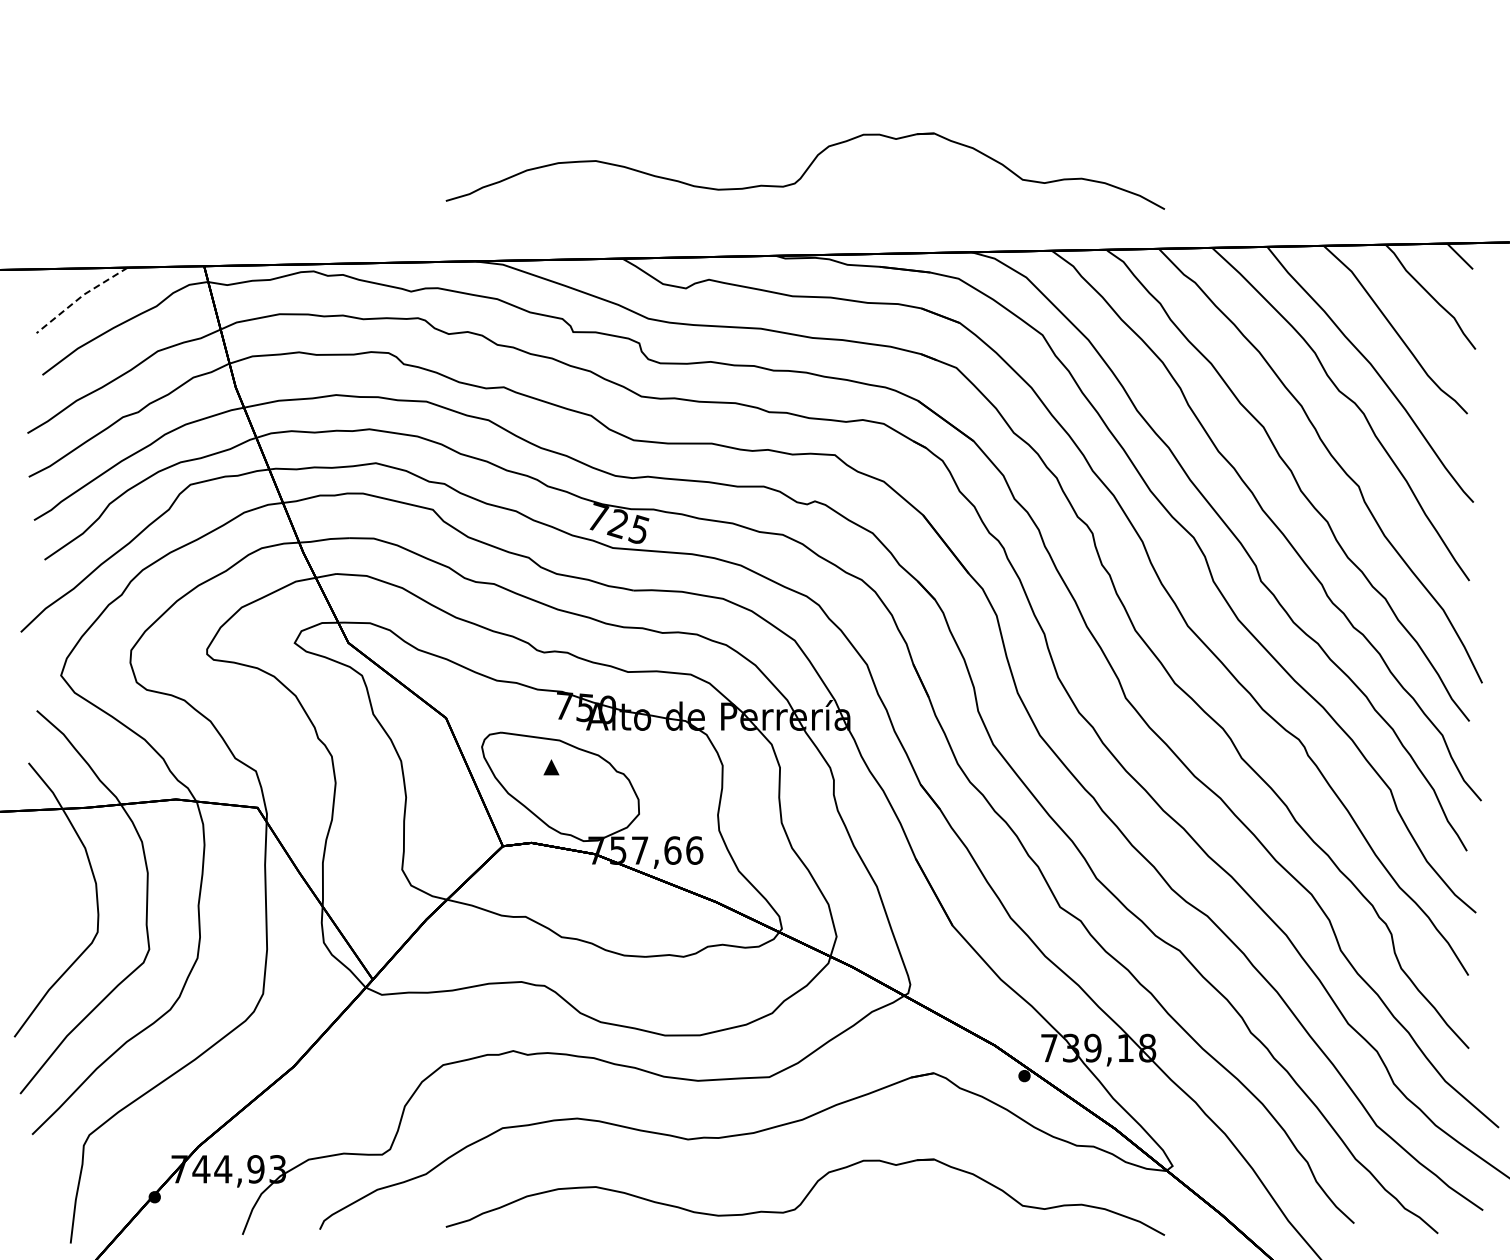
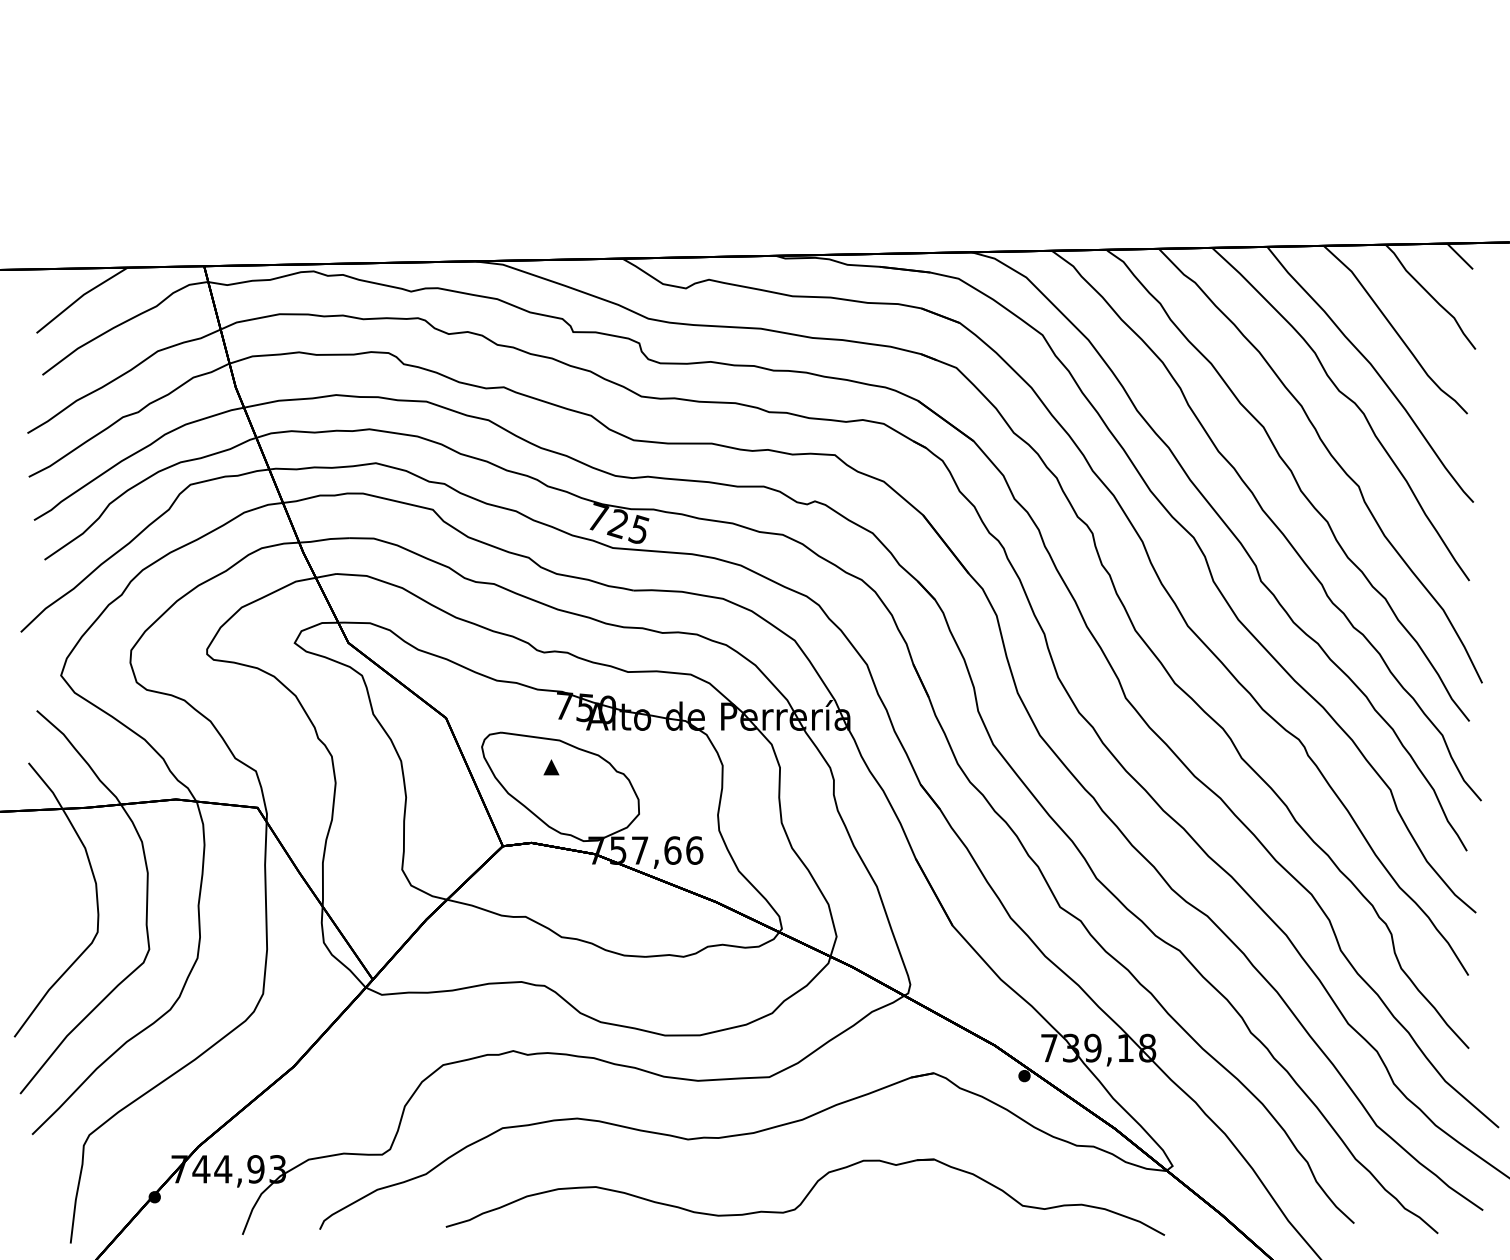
part at (805, 170): present -> none
line at (80, 297): dashed -> solid
